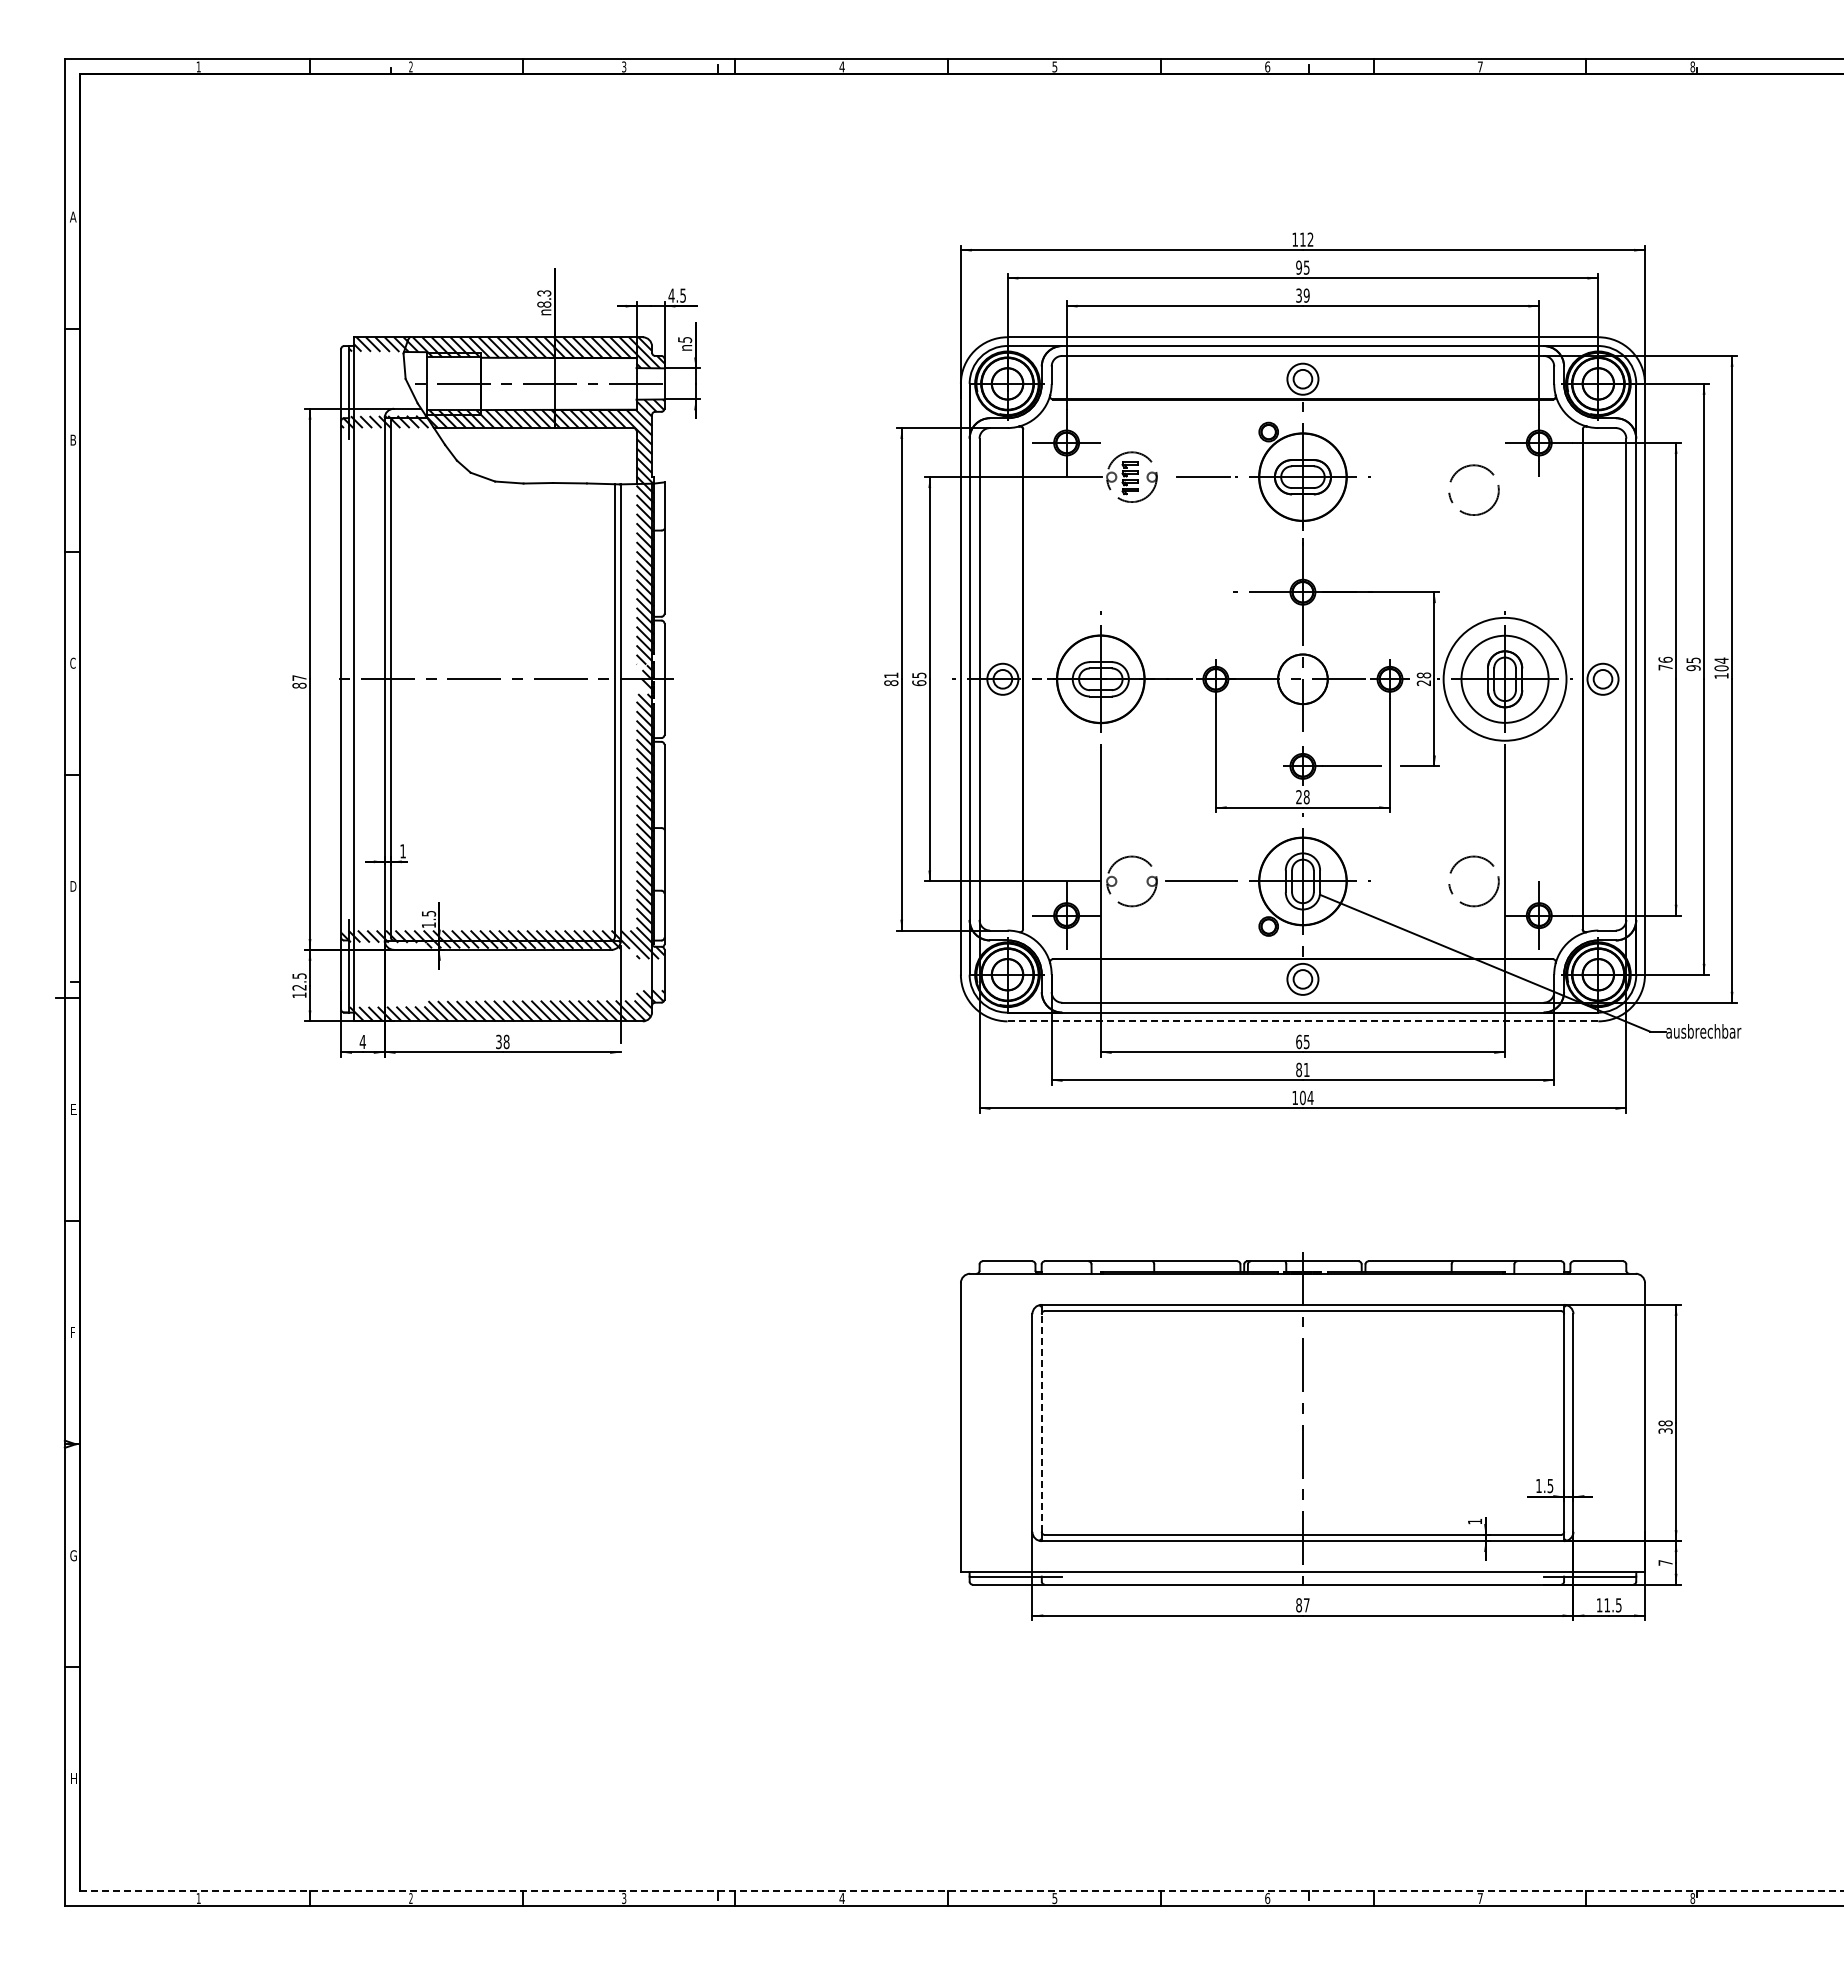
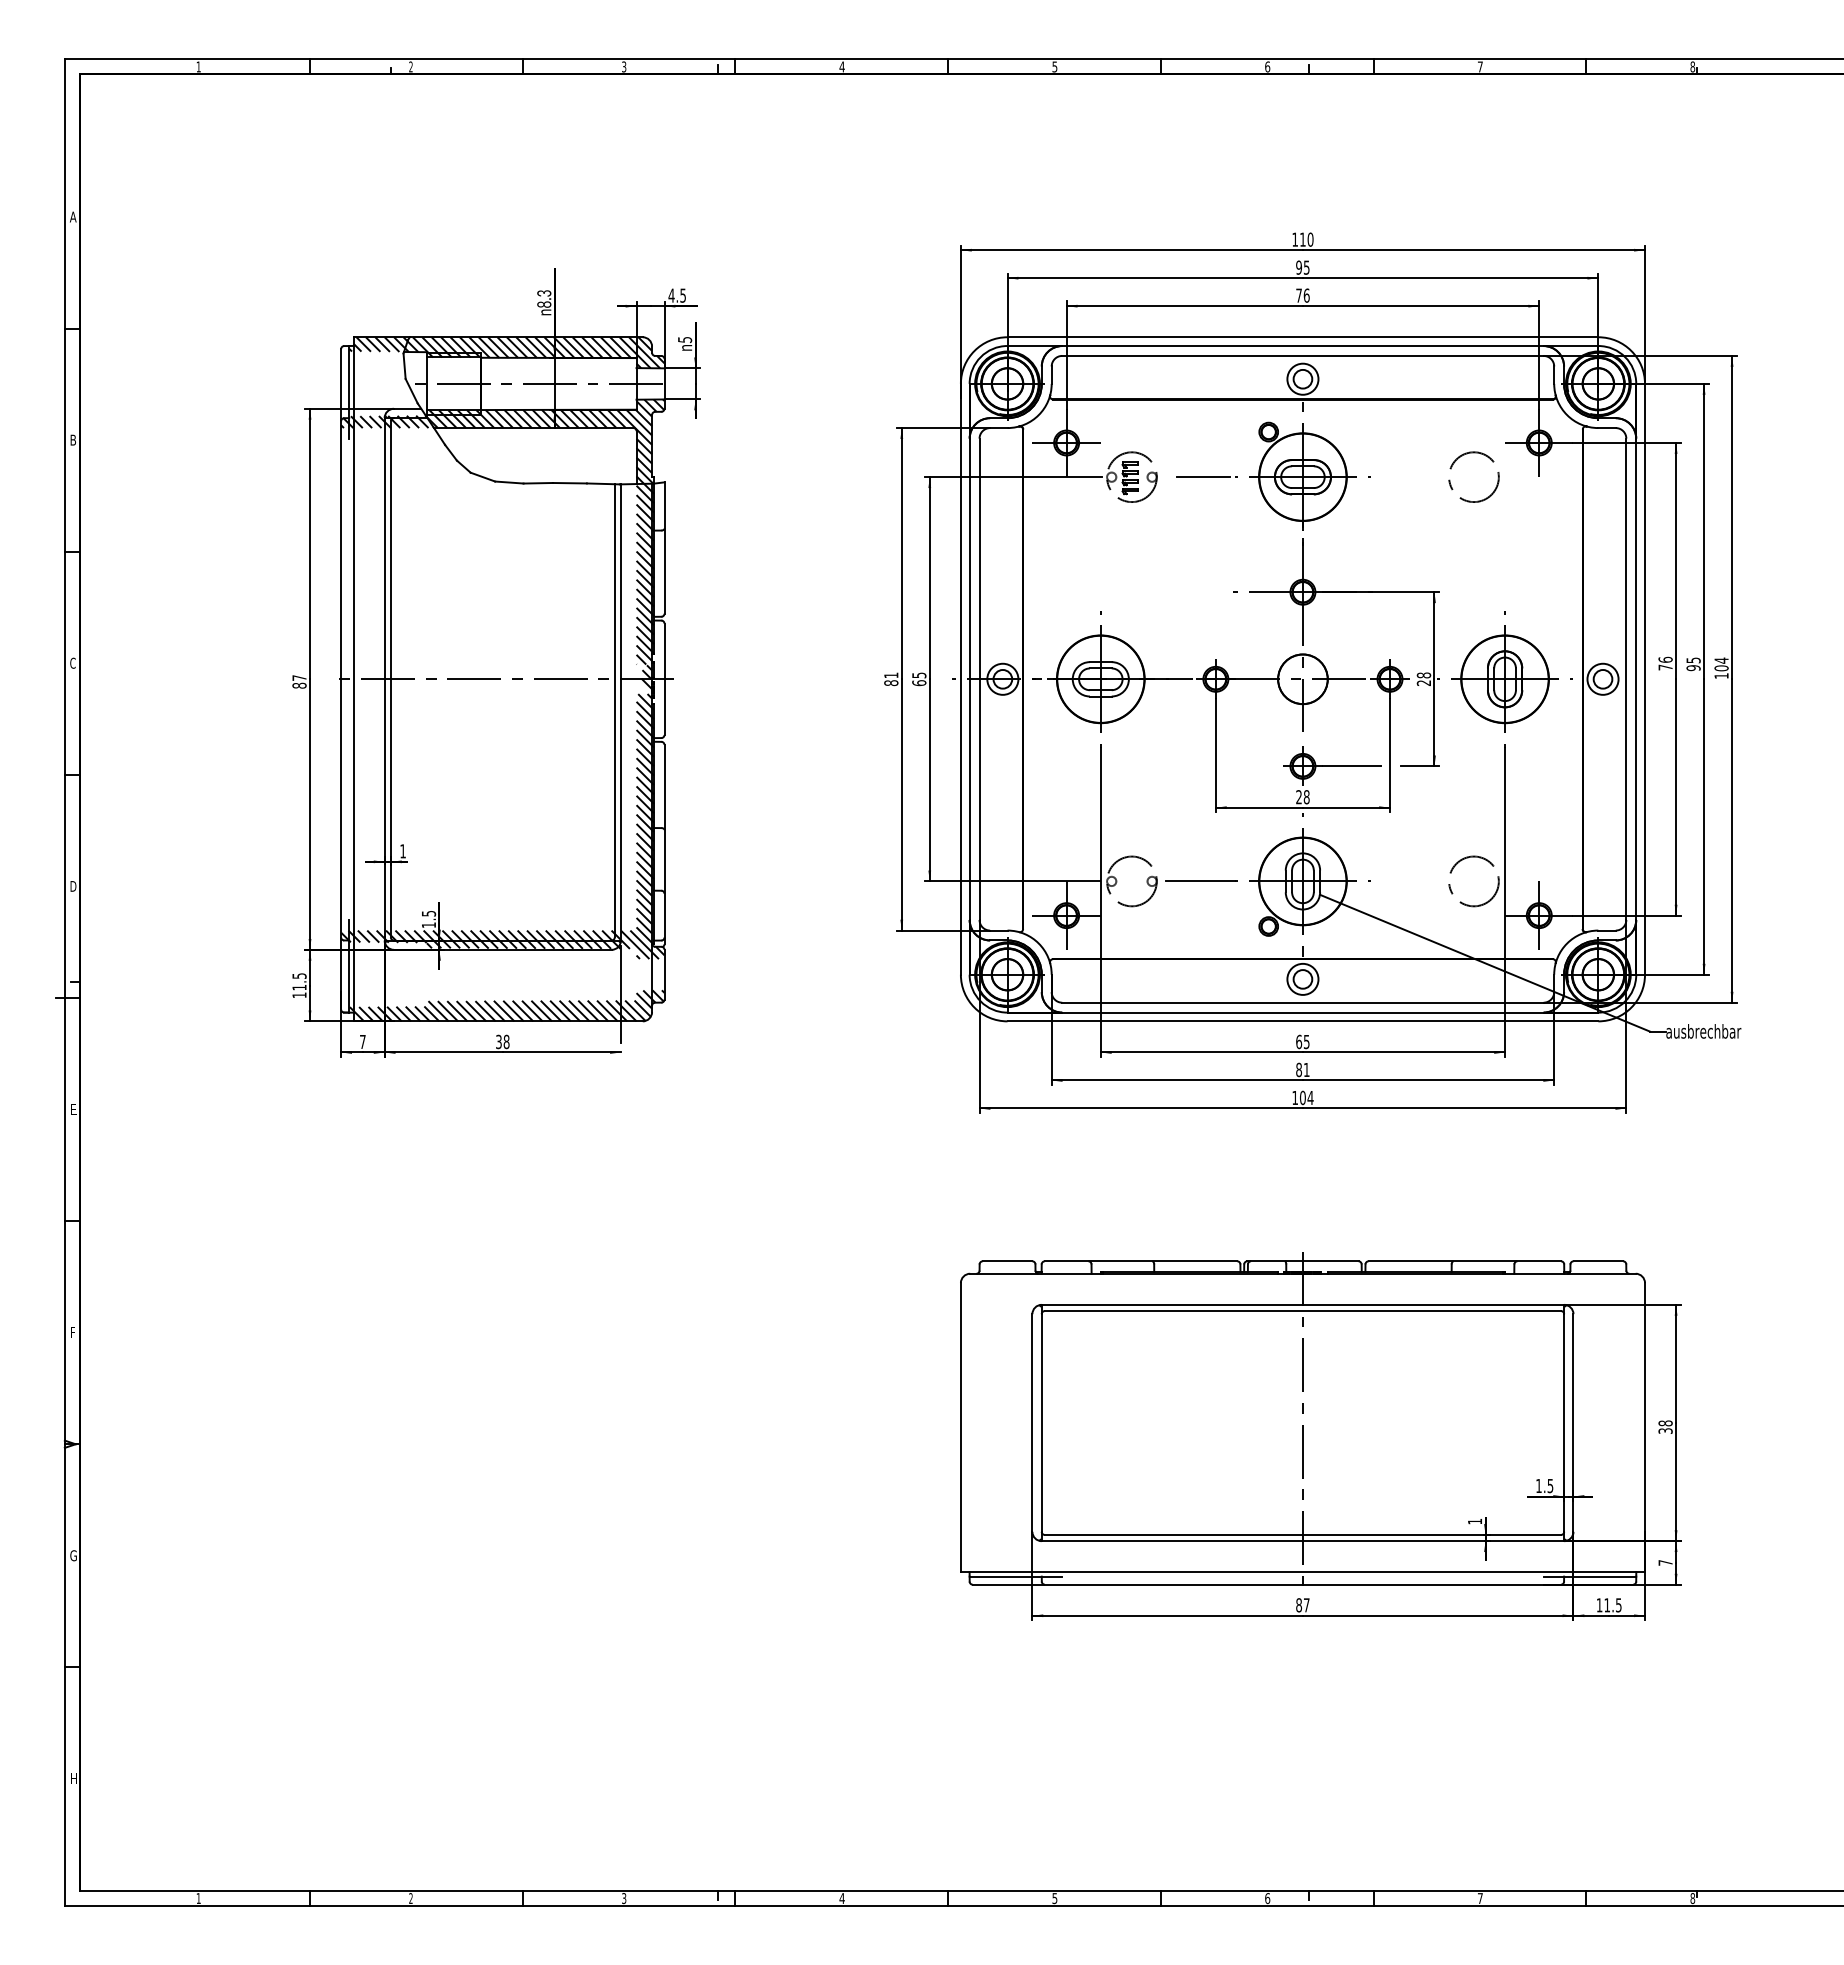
text at (1310, 239): 112 -> 110
text at (1302, 295): 39 -> 76
circle at (1473, 489) position: (1473, 489) -> (1473, 476)
circle at (1504, 678) diameter: 123 px -> 88 px
text at (299, 987): 12.5 -> 11.5
line at (1303, 1021): dashed -> solid
text at (362, 1041): 4 -> 7
line at (1041, 1423): dashed -> solid
line at (962, 1890): dashed -> solid
